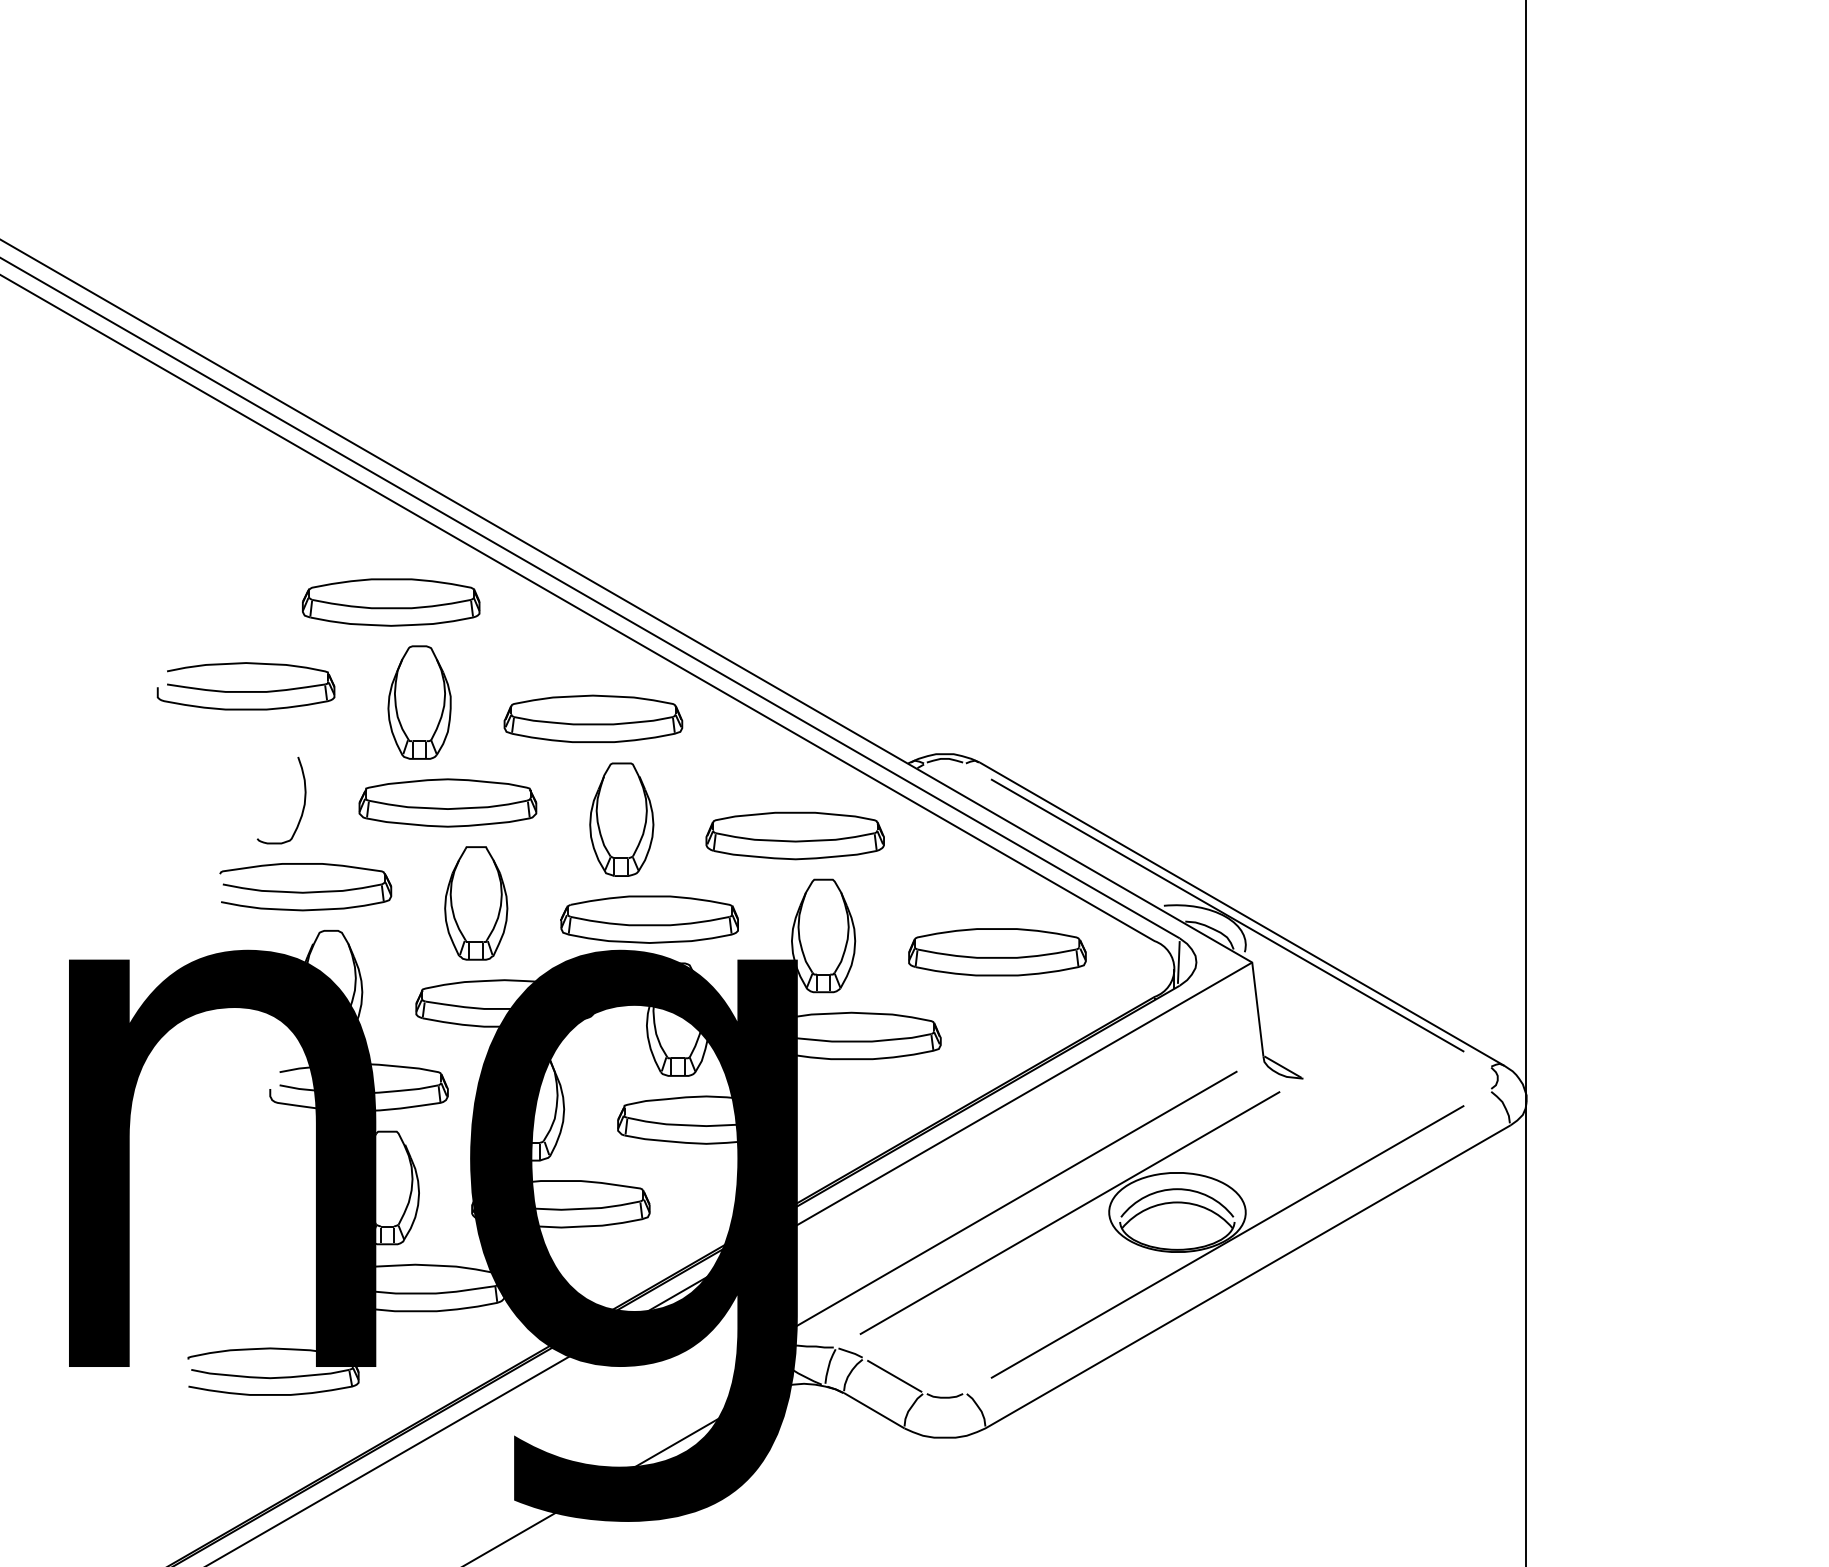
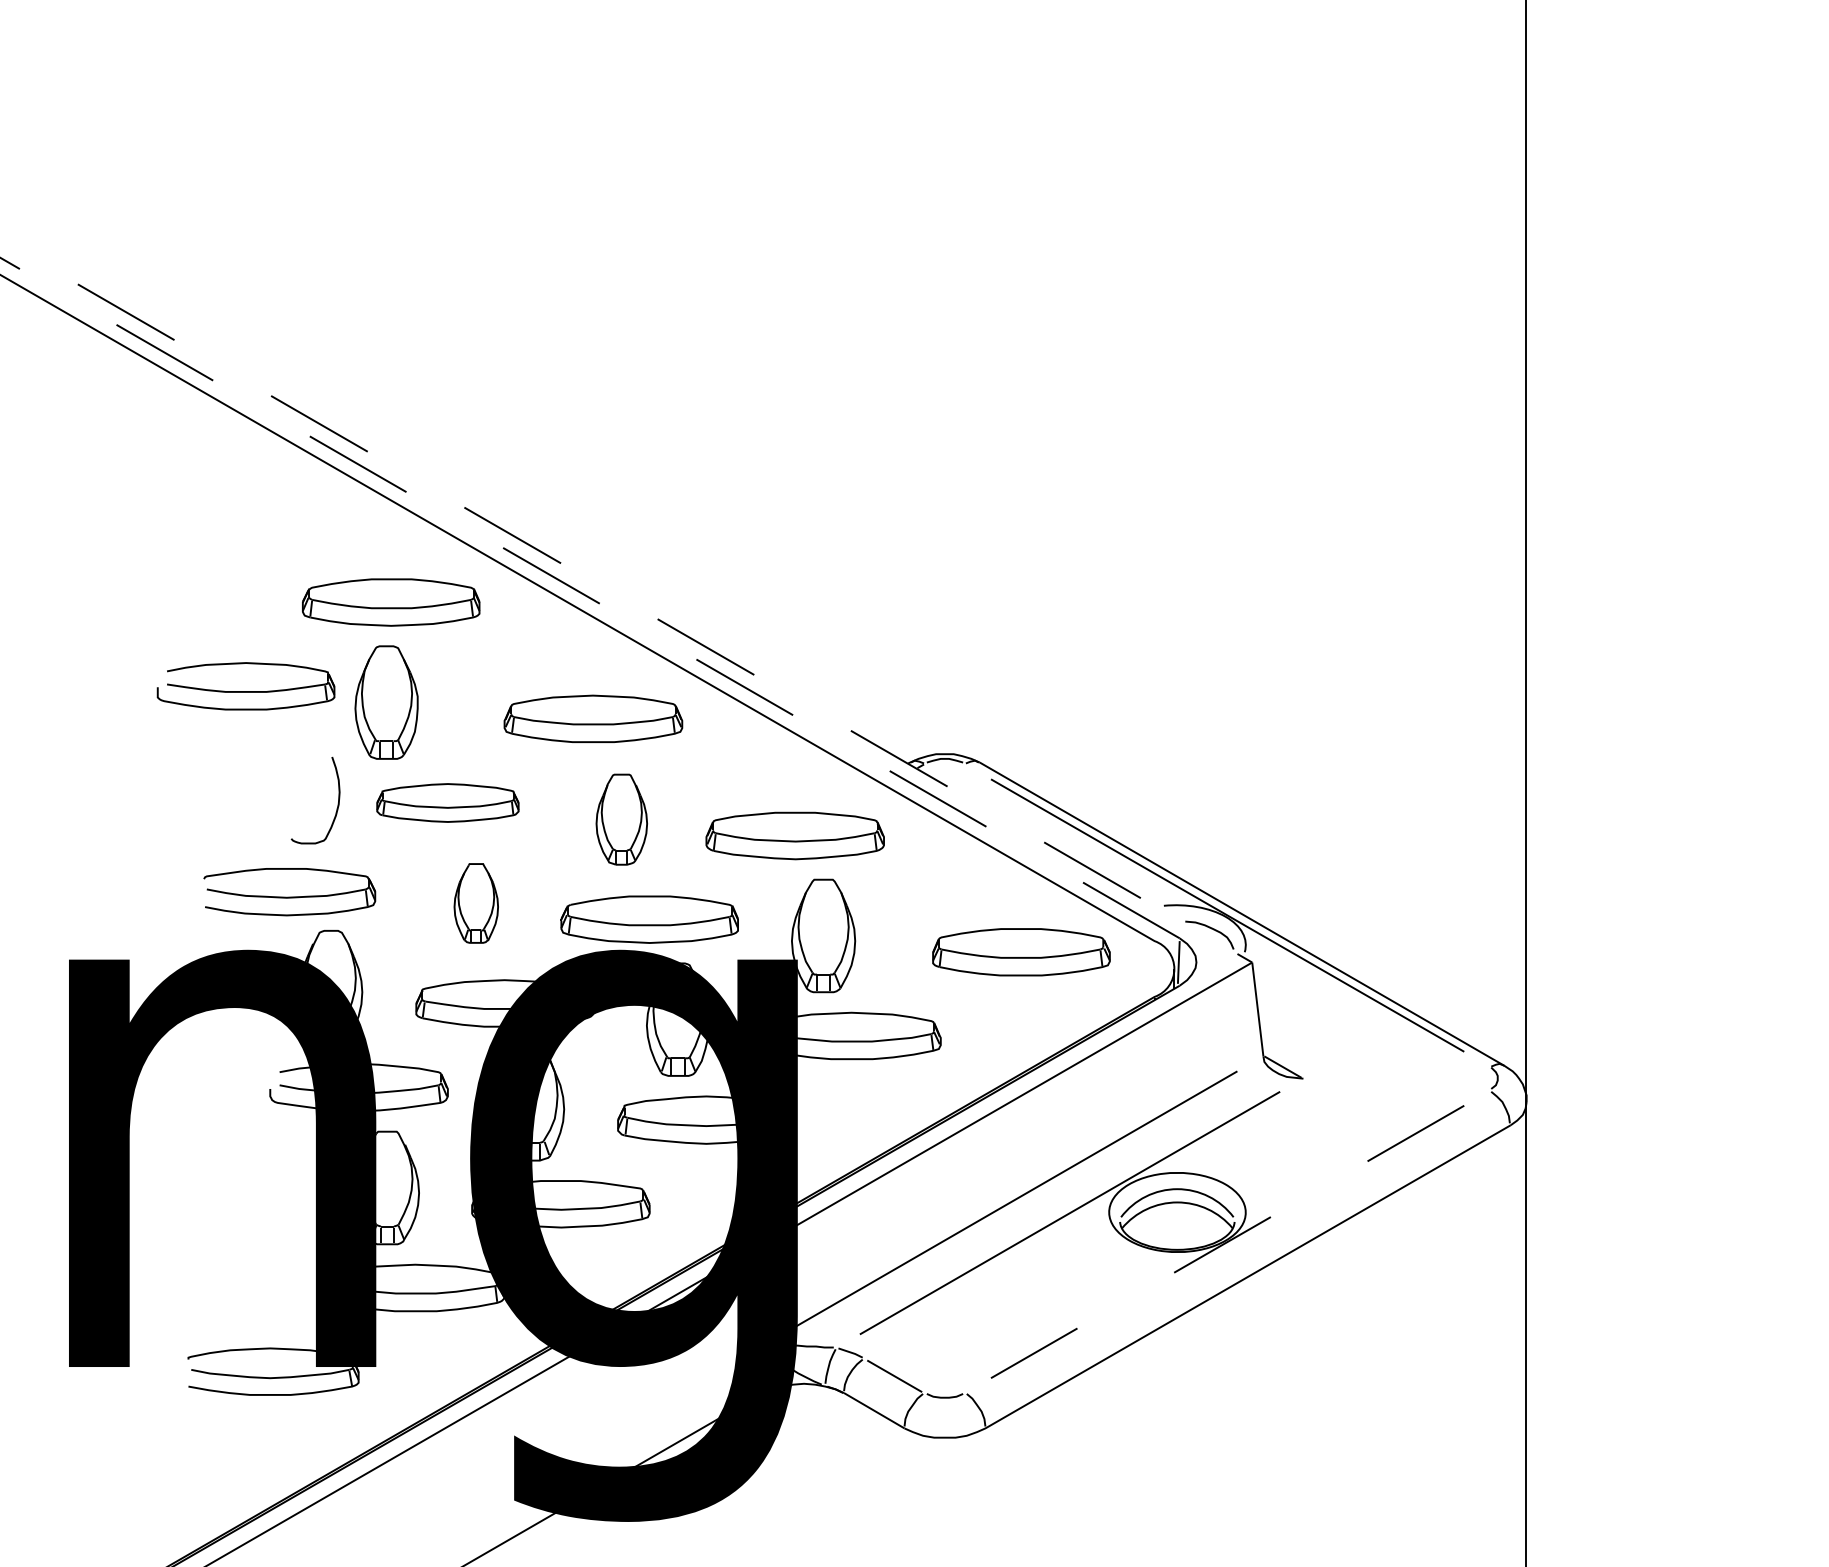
line at (589, 598): solid -> dashed
line at (667, 625): solid -> dashed
part at (419, 702) position: (419, 702) -> (386, 702)
part at (447, 802) size: 180x50 px -> 144x40 px
curve at (303, 803) position: (303, 803) -> (337, 803)
part at (621, 819) size: 66x115 px -> 53x93 px
part at (305, 887) position: (305, 887) -> (289, 892)
part at (476, 903) size: 65x115 px -> 46x81 px
part at (997, 952) position: (997, 952) -> (1021, 952)
line at (1227, 1242): solid -> dashed
